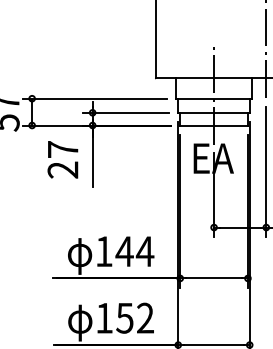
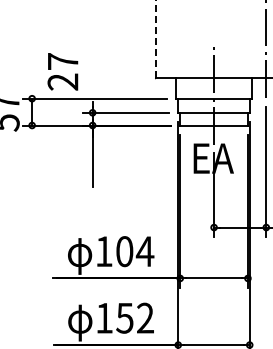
line at (155, 39): solid -> dashed
text at (62, 159) position: (62, 159) -> (62, 71)
text at (124, 251): 144 -> 104
